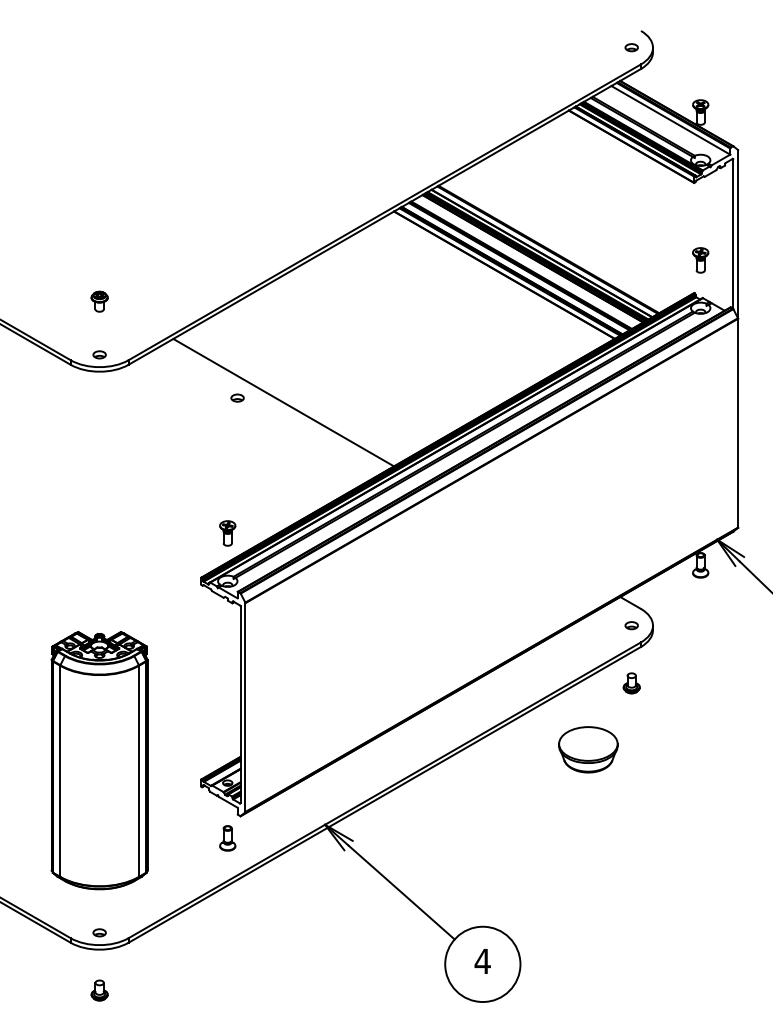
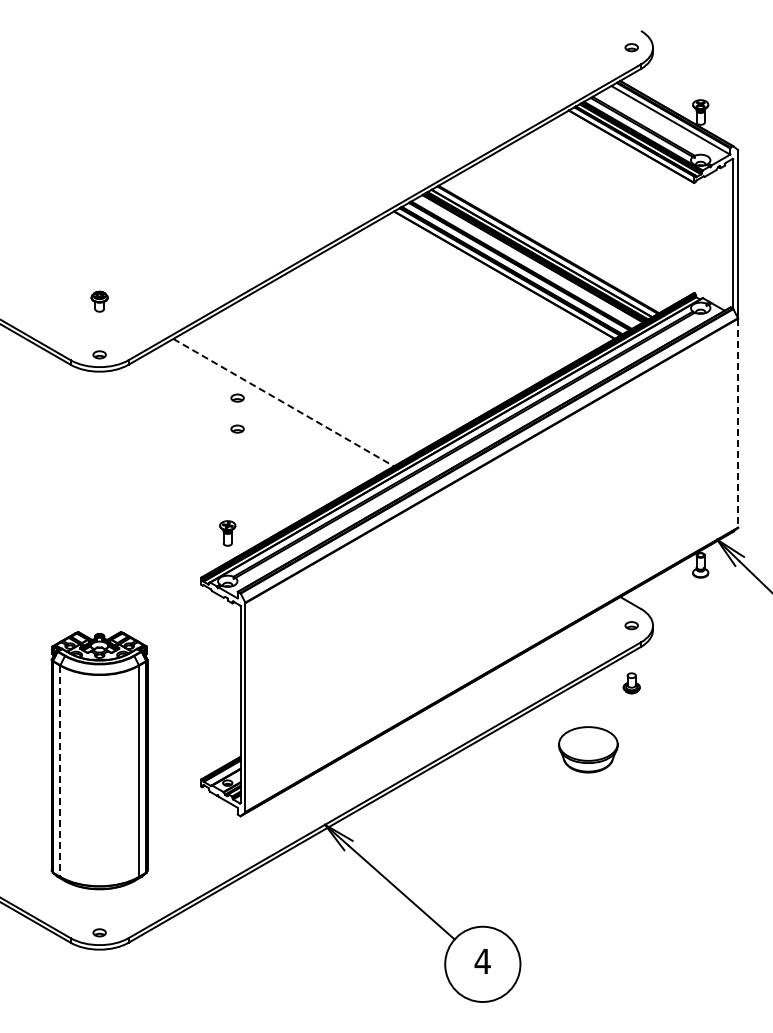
part at (700, 260): present -> none
line at (284, 402): solid -> dashed
line at (738, 423): solid -> dashed
part at (237, 428): none -> present
line at (60, 771): solid -> dashed
part at (227, 838): present -> none
part at (99, 990): present -> none
